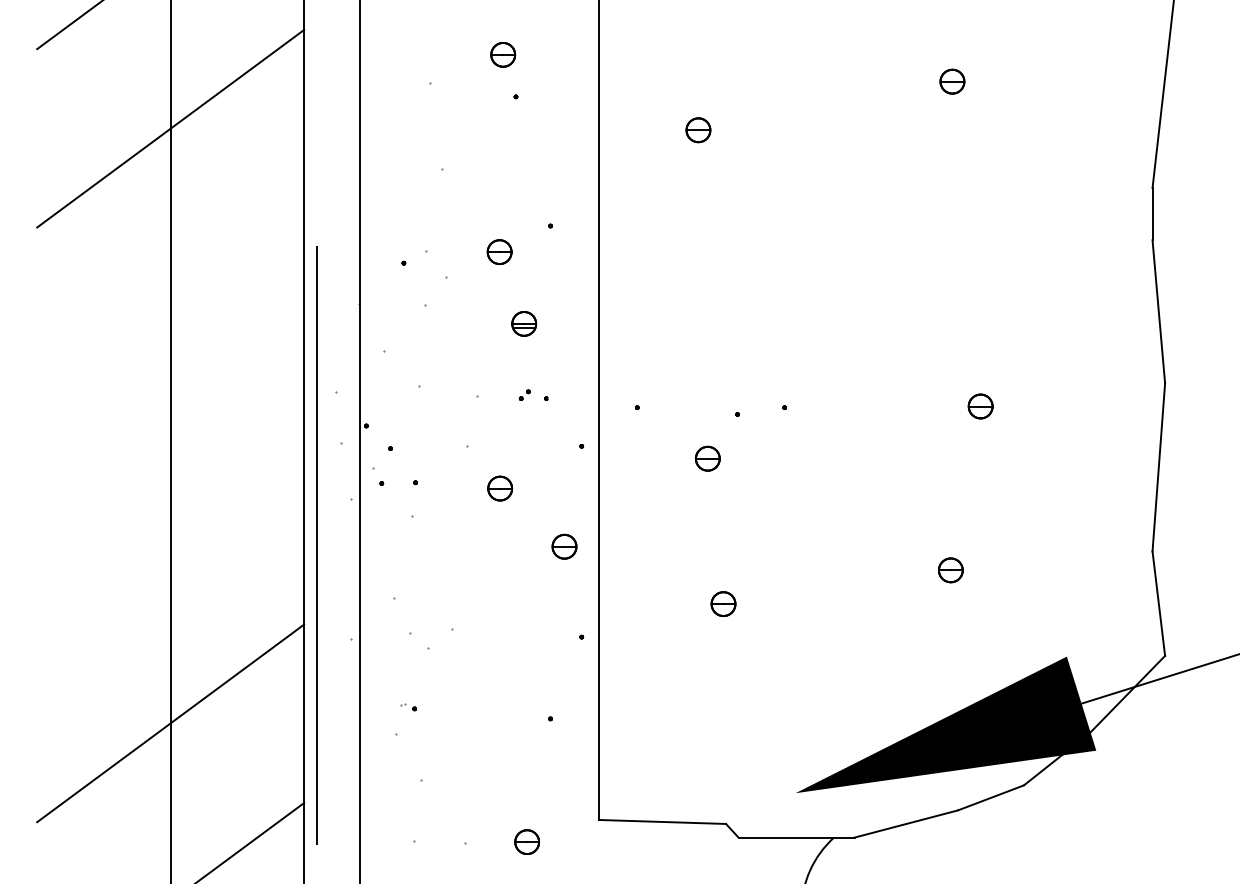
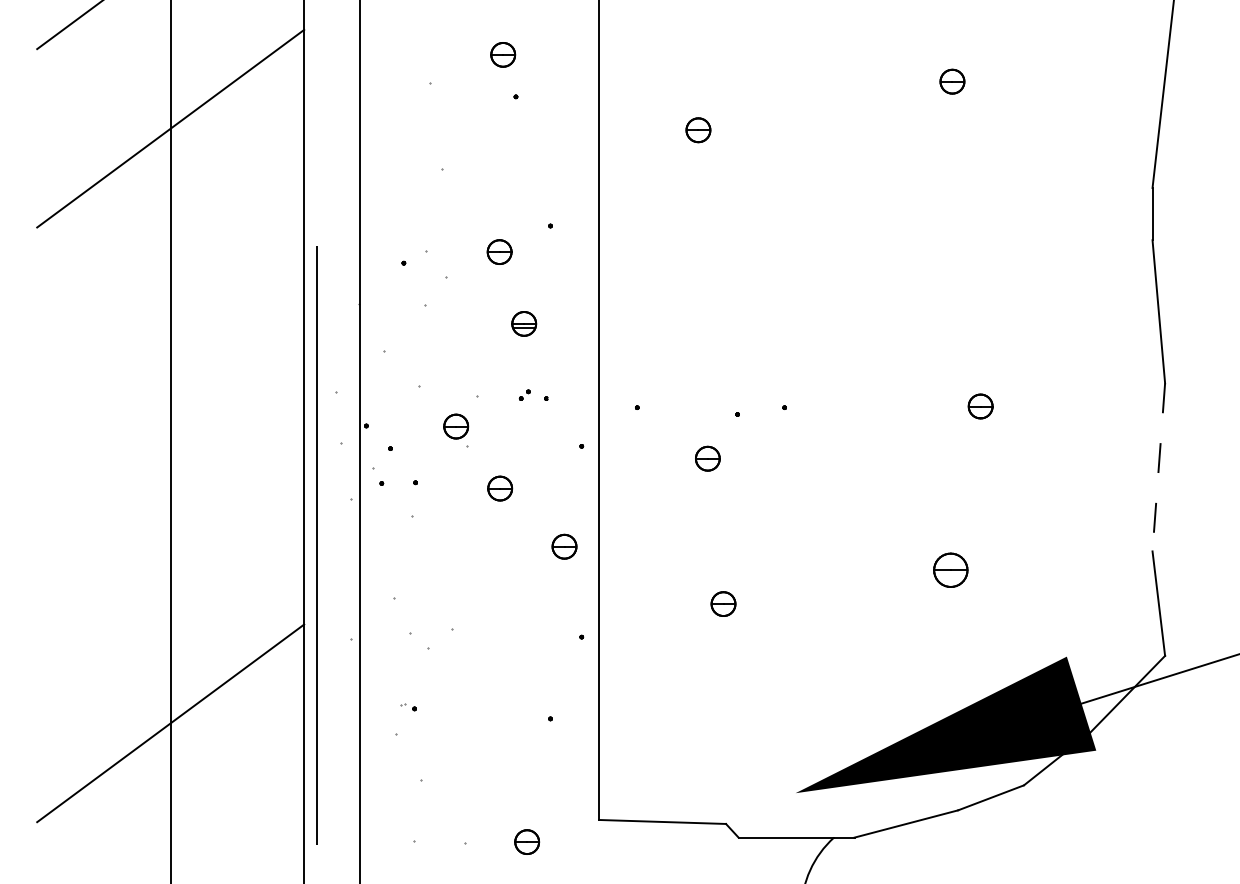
part at (456, 426): none -> present
line at (1158, 467): solid -> dashed
part at (950, 570) size: 26x27 px -> 36x36 px
line at (251, 841): present -> none
